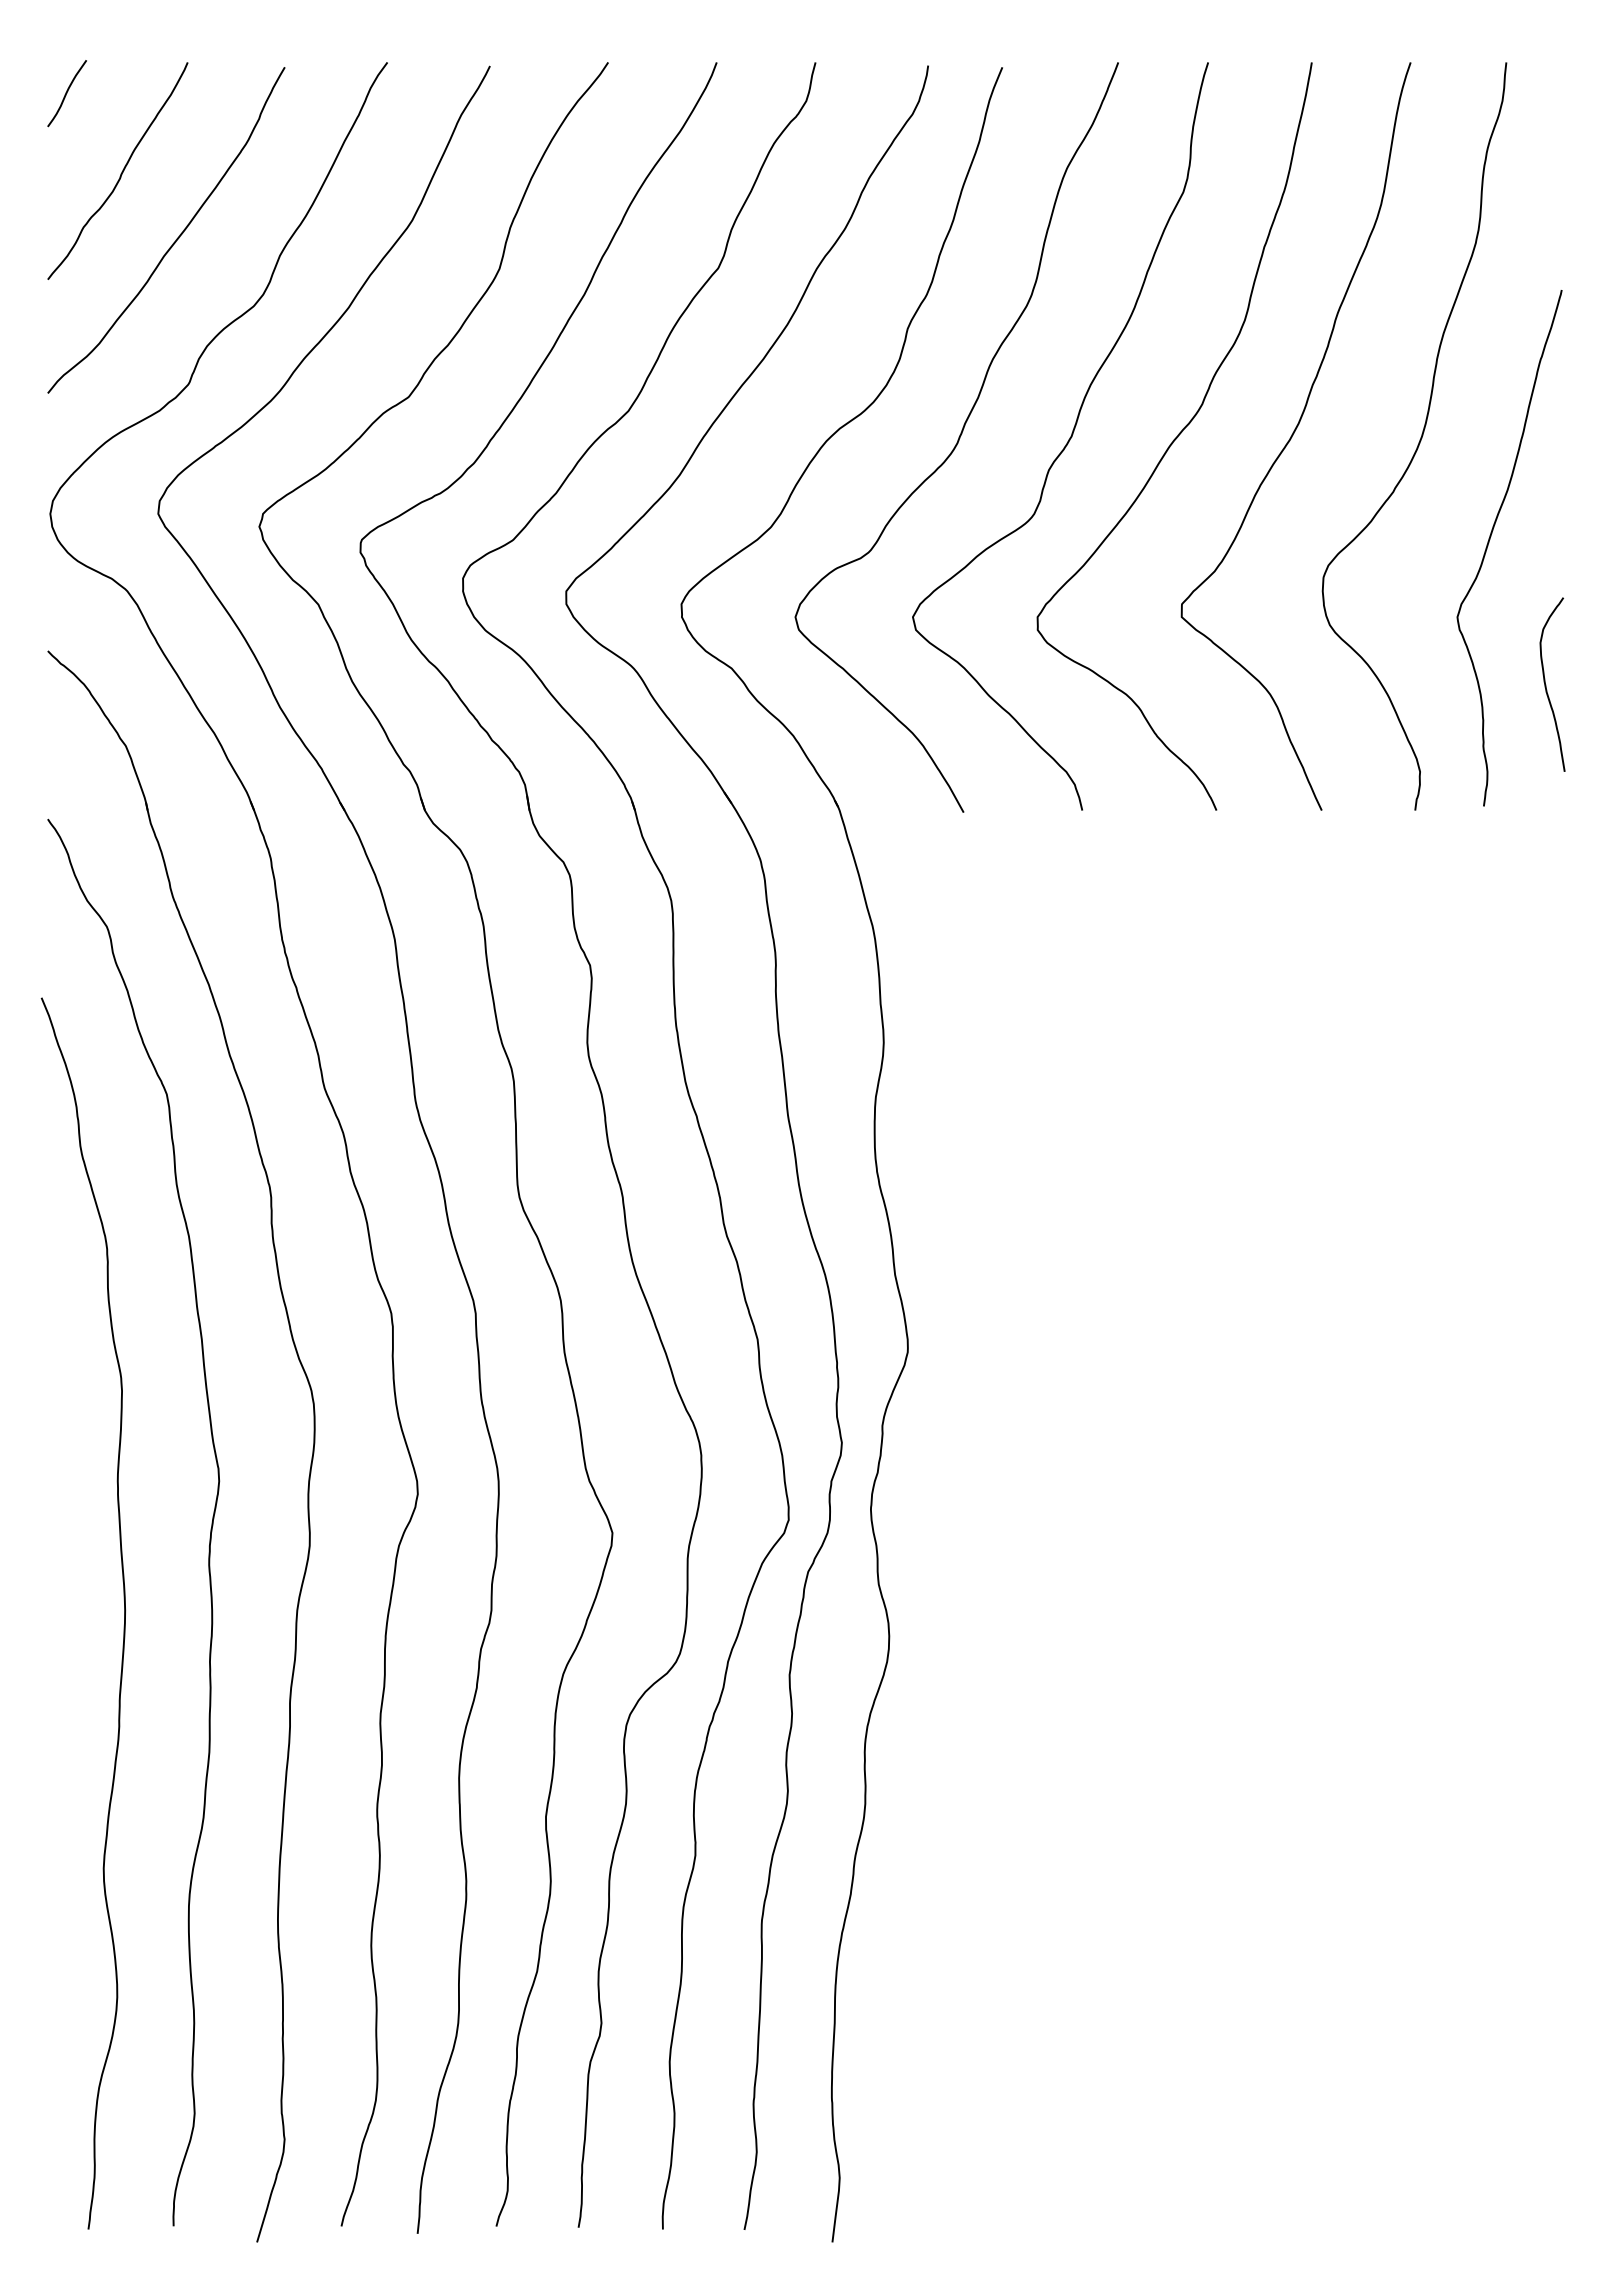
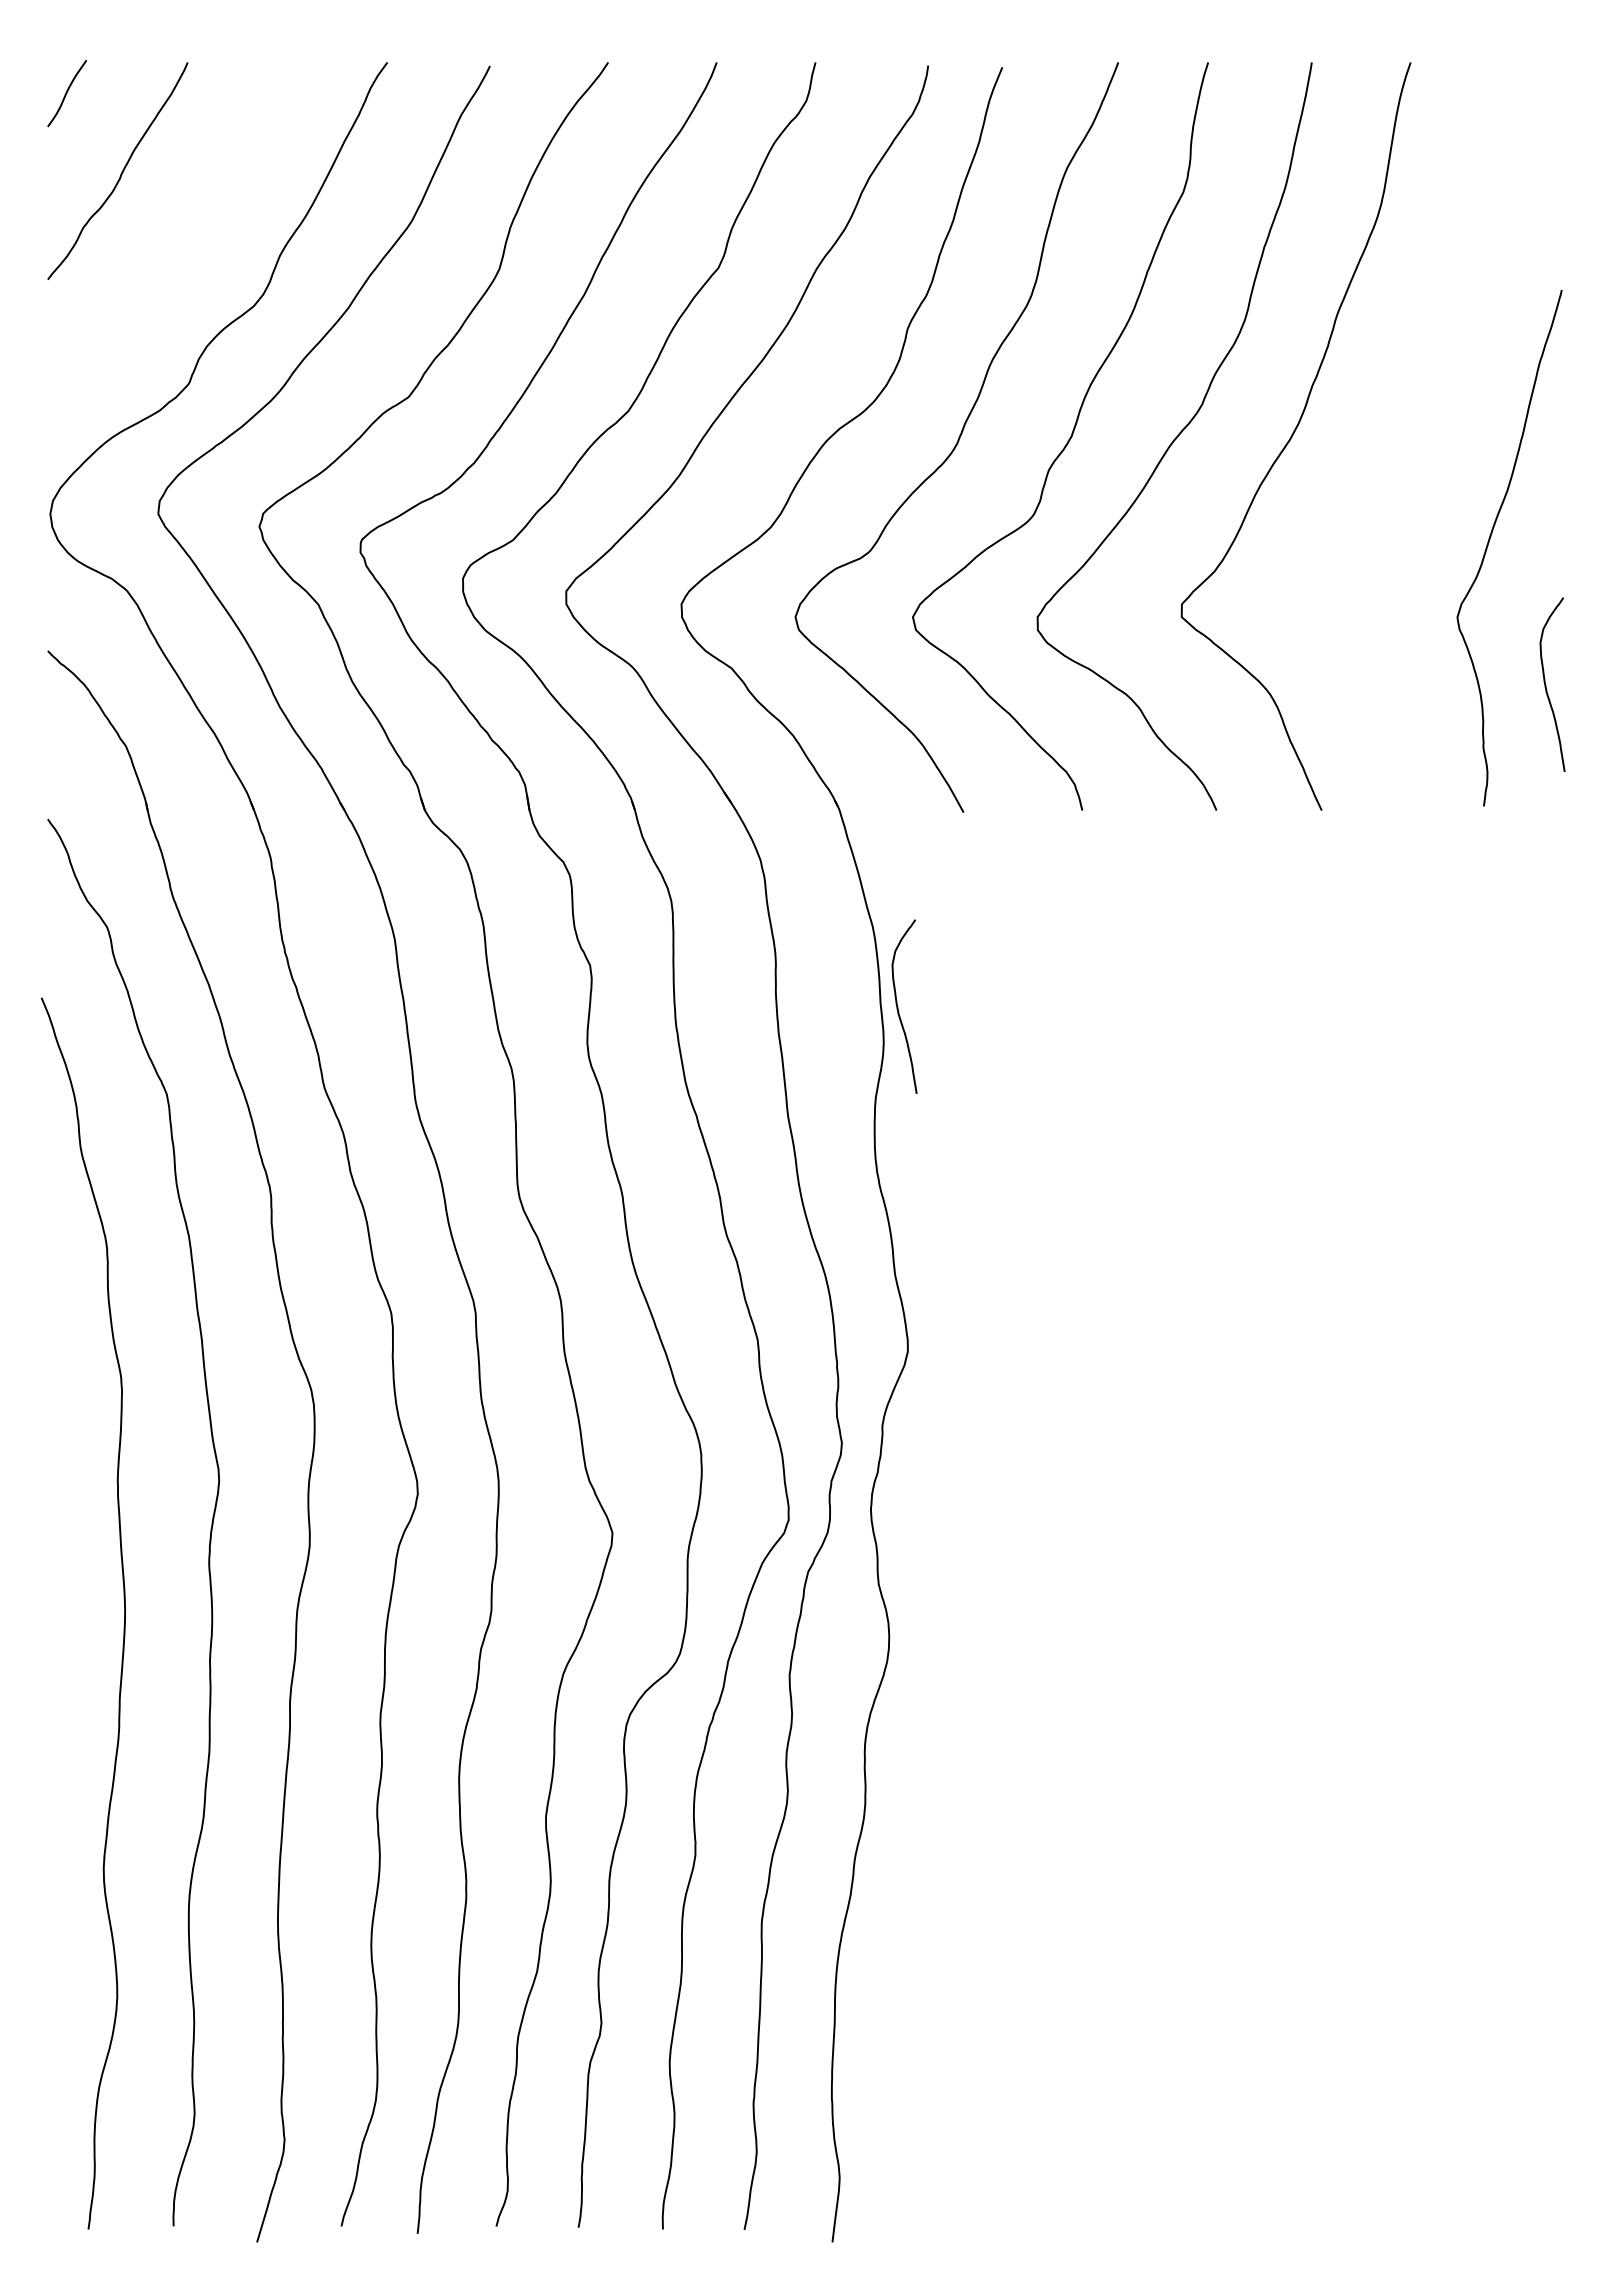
curve at (176, 238): present -> none
curve at (1419, 439): present -> none
curve at (898, 1006): none -> present
